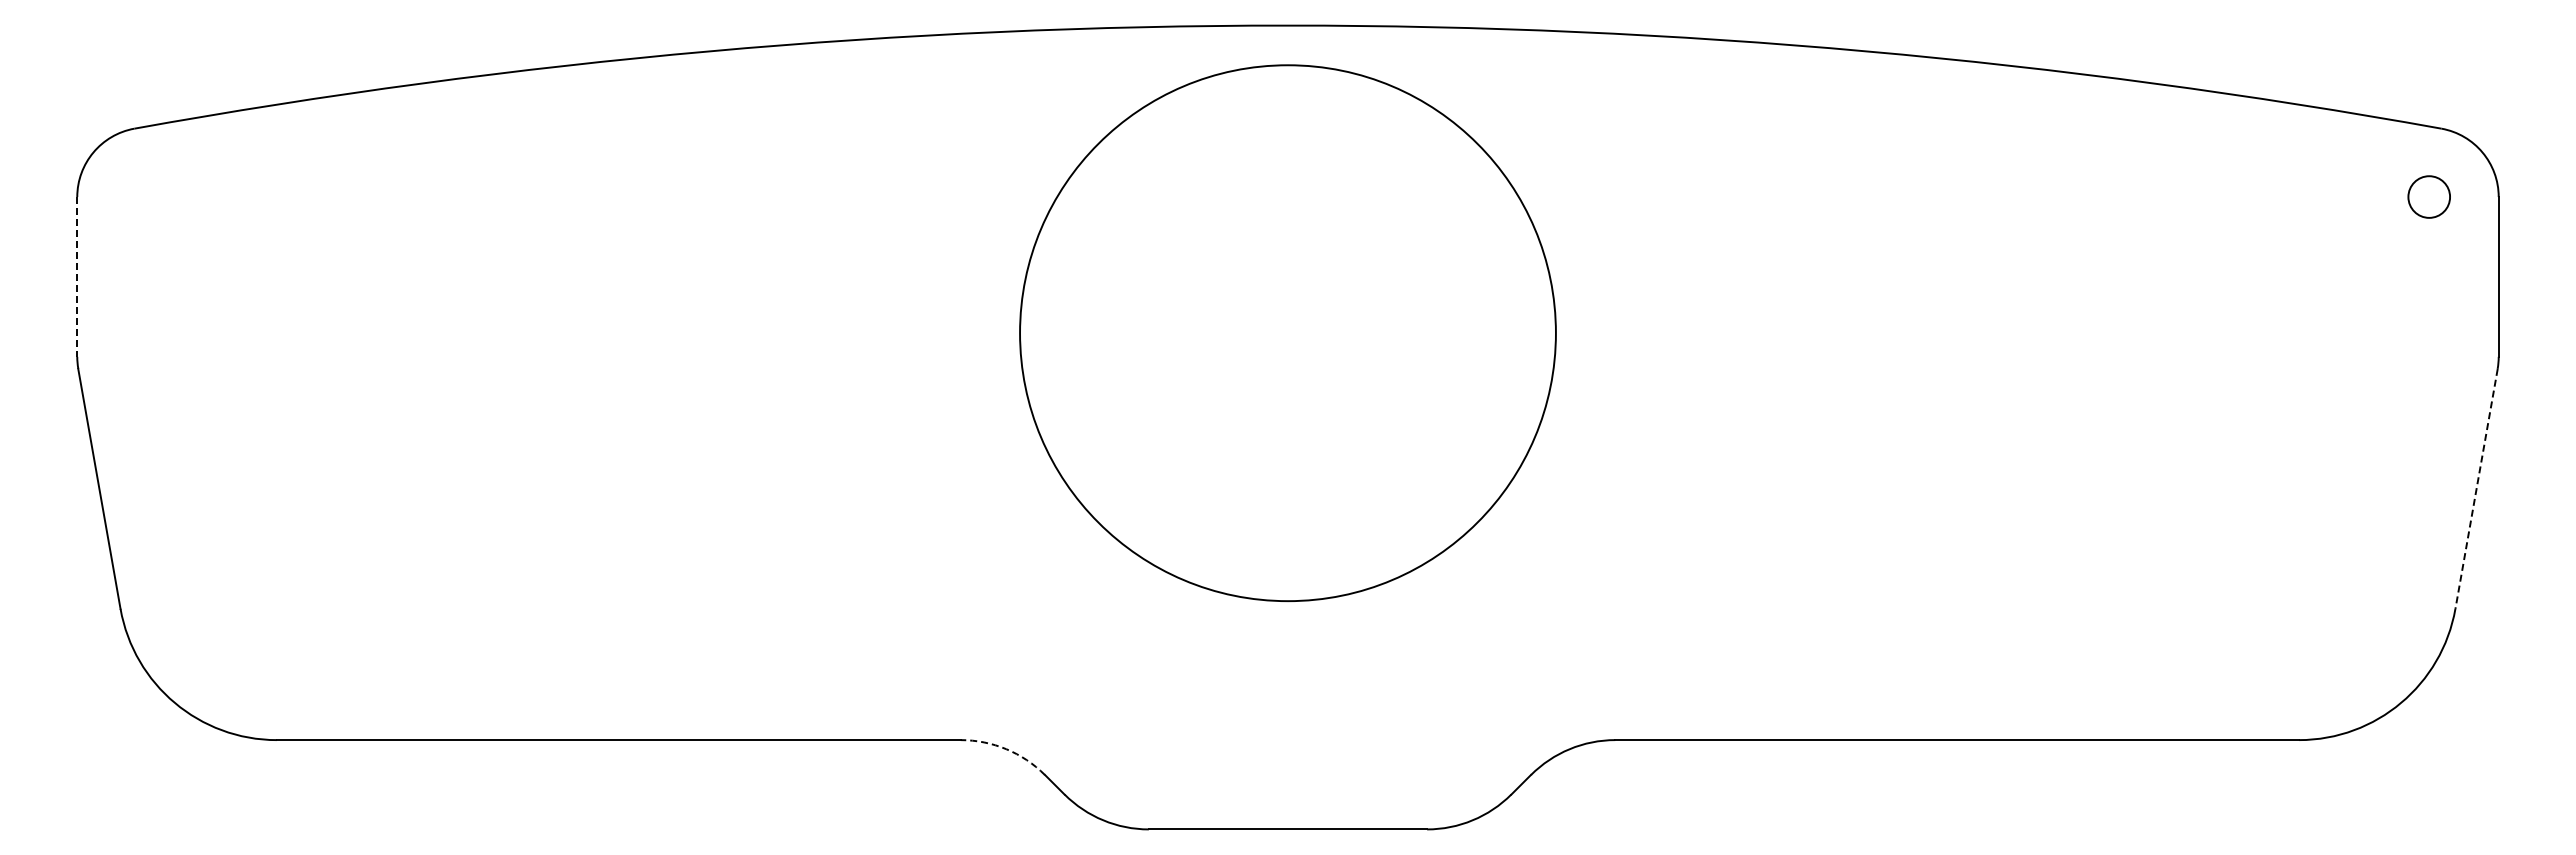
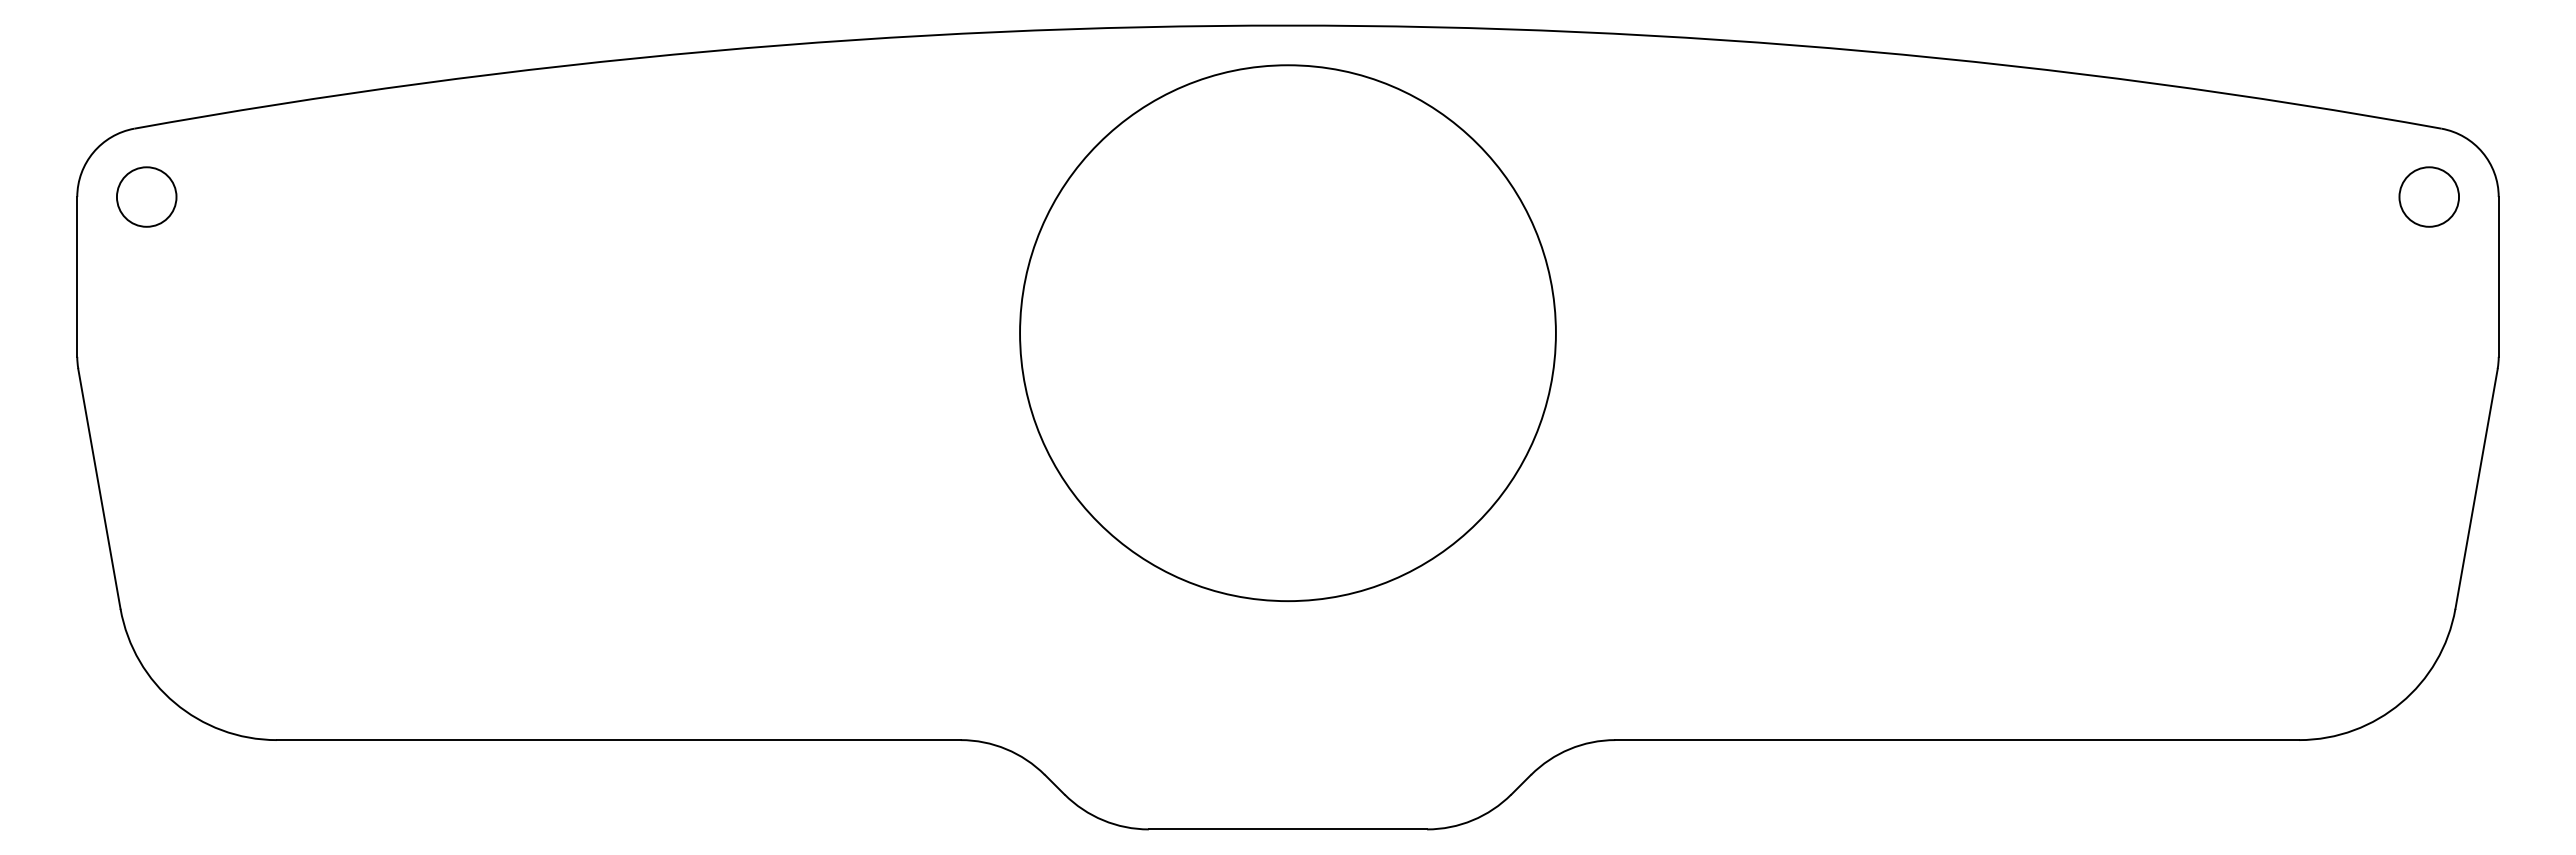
circle at (146, 196): none -> present
circle at (2429, 196) diameter: 42 px -> 60 px
line at (77, 276): dashed -> solid
line at (2476, 488): dashed -> solid
arc at (1006, 749): dashed -> solid
